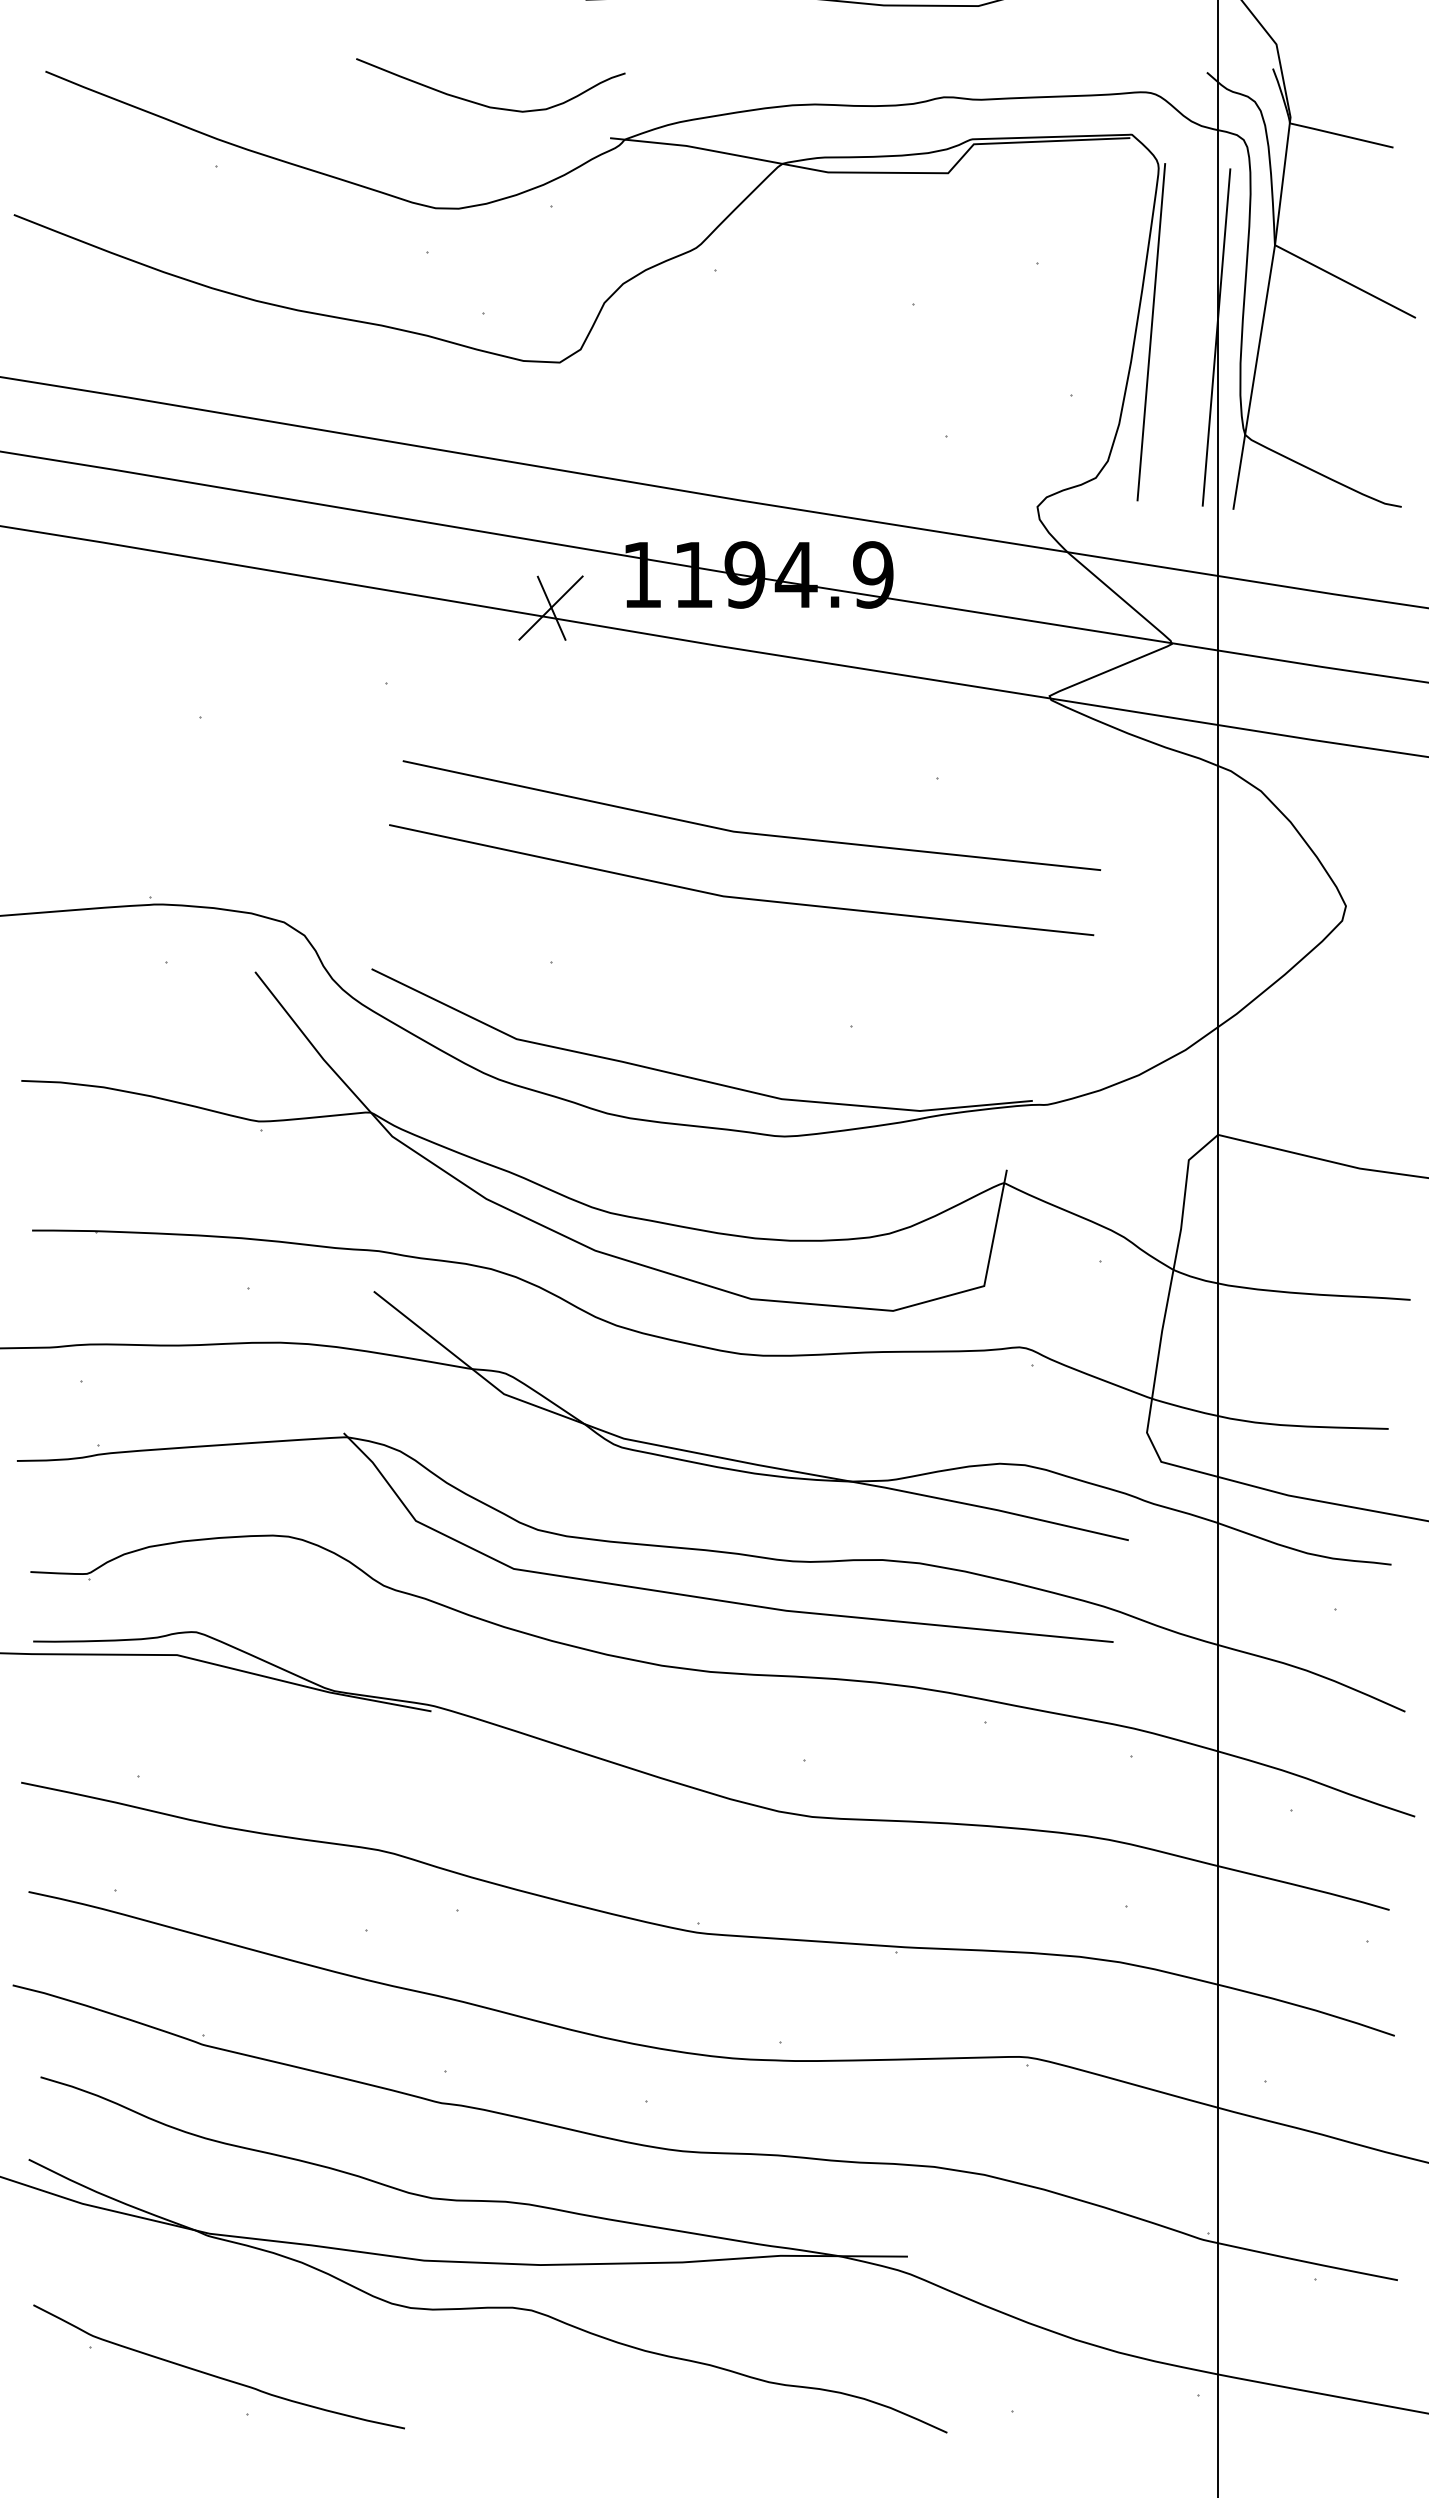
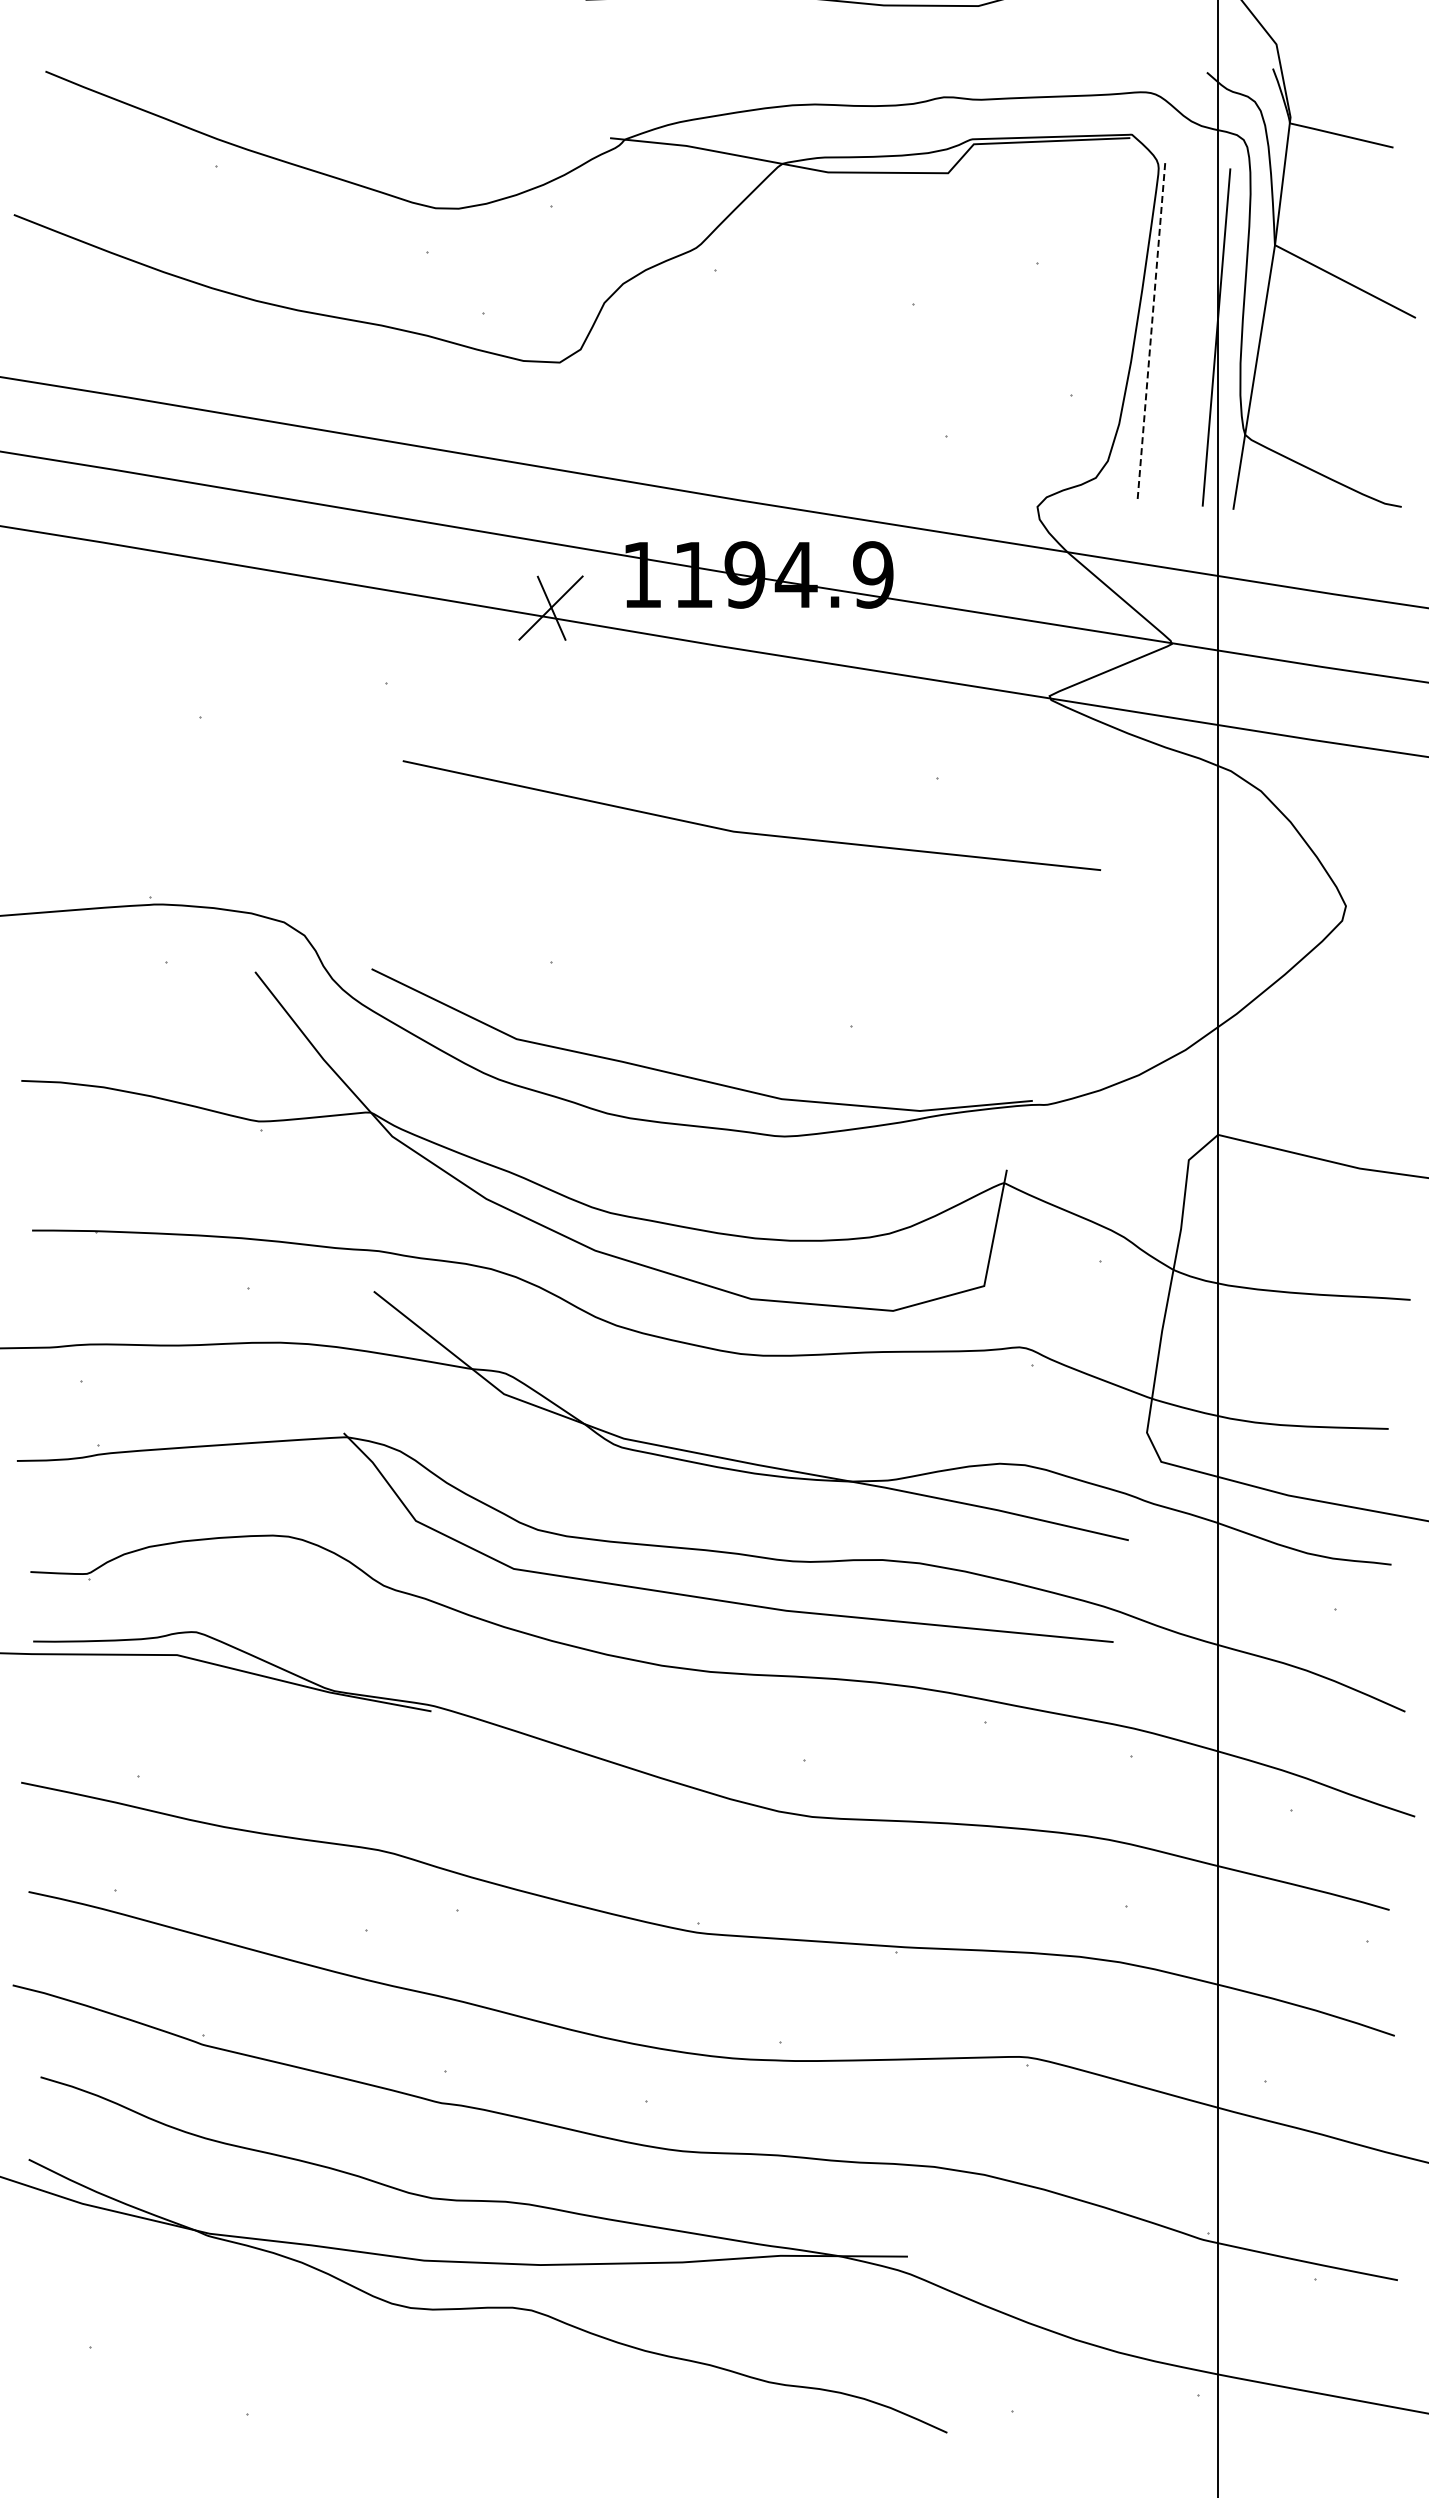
curve at (484, 104): present -> none
line at (1151, 332): solid -> dashed
line at (737, 896): present -> none
curve at (216, 2375): present -> none
